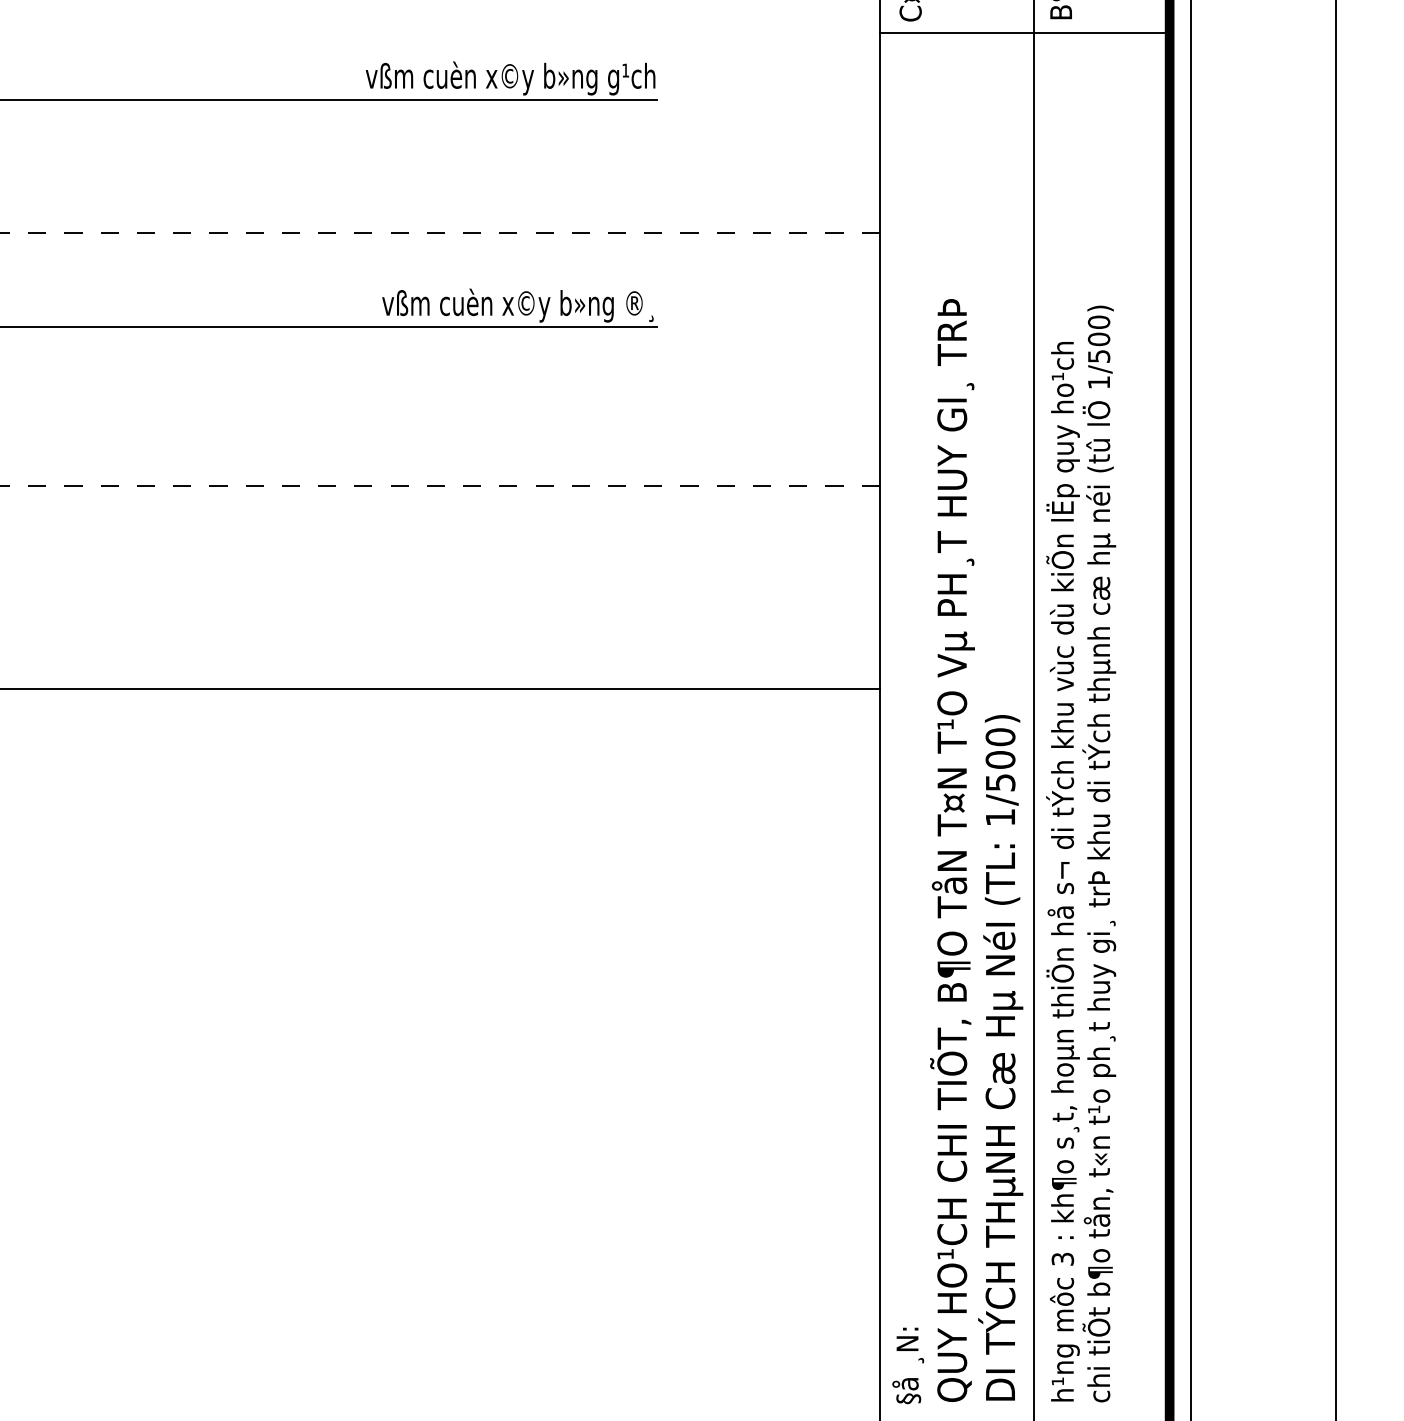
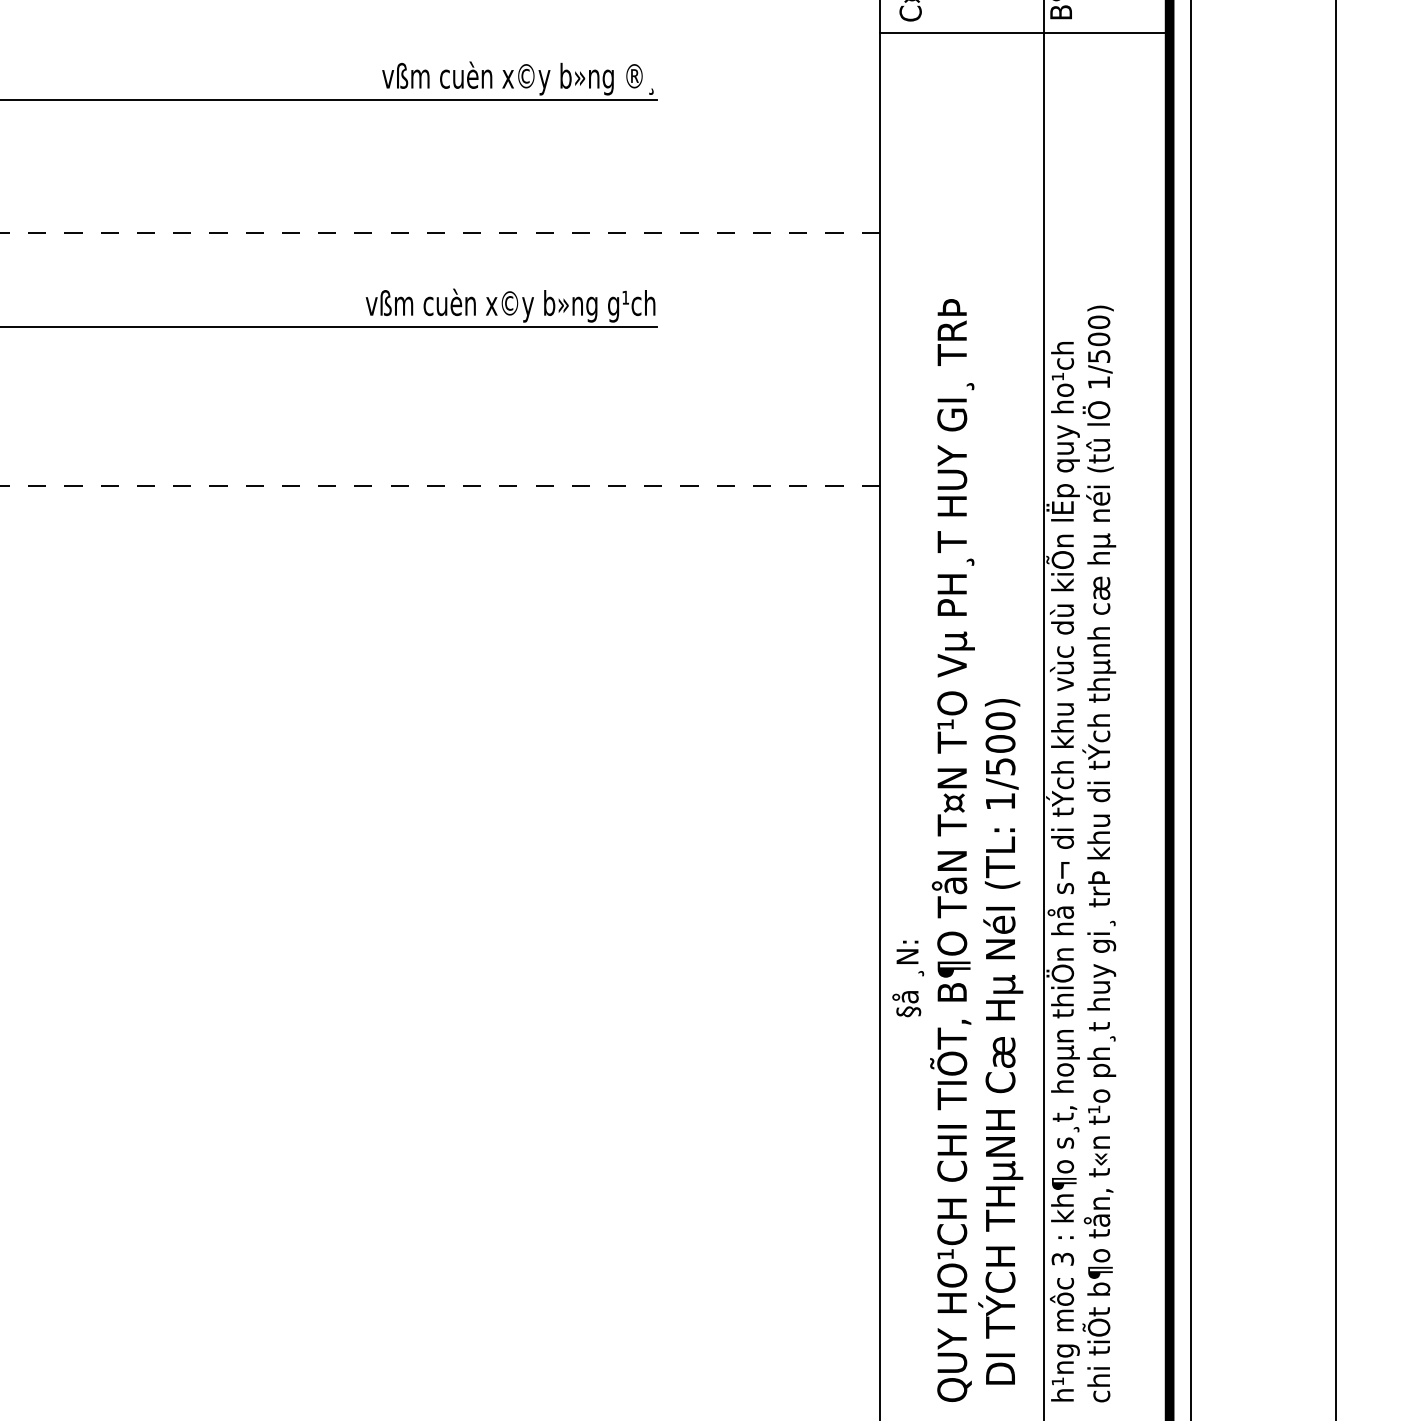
text at (510, 78): vßm cuèn x©y b»ng g¹ch -> vßm cuèn x©y b»ng ®¸
text at (510, 305): vßm cuèn x©y b»ng ®¸ -> vßm cuèn x©y b»ng g¹ch
line at (440, 689): present -> none
line at (1034, 709) position: (1034, 709) -> (1044, 709)
text at (1000, 1057) position: (1000, 1057) -> (1000, 1041)
text at (908, 1365) position: (908, 1365) -> (908, 978)
